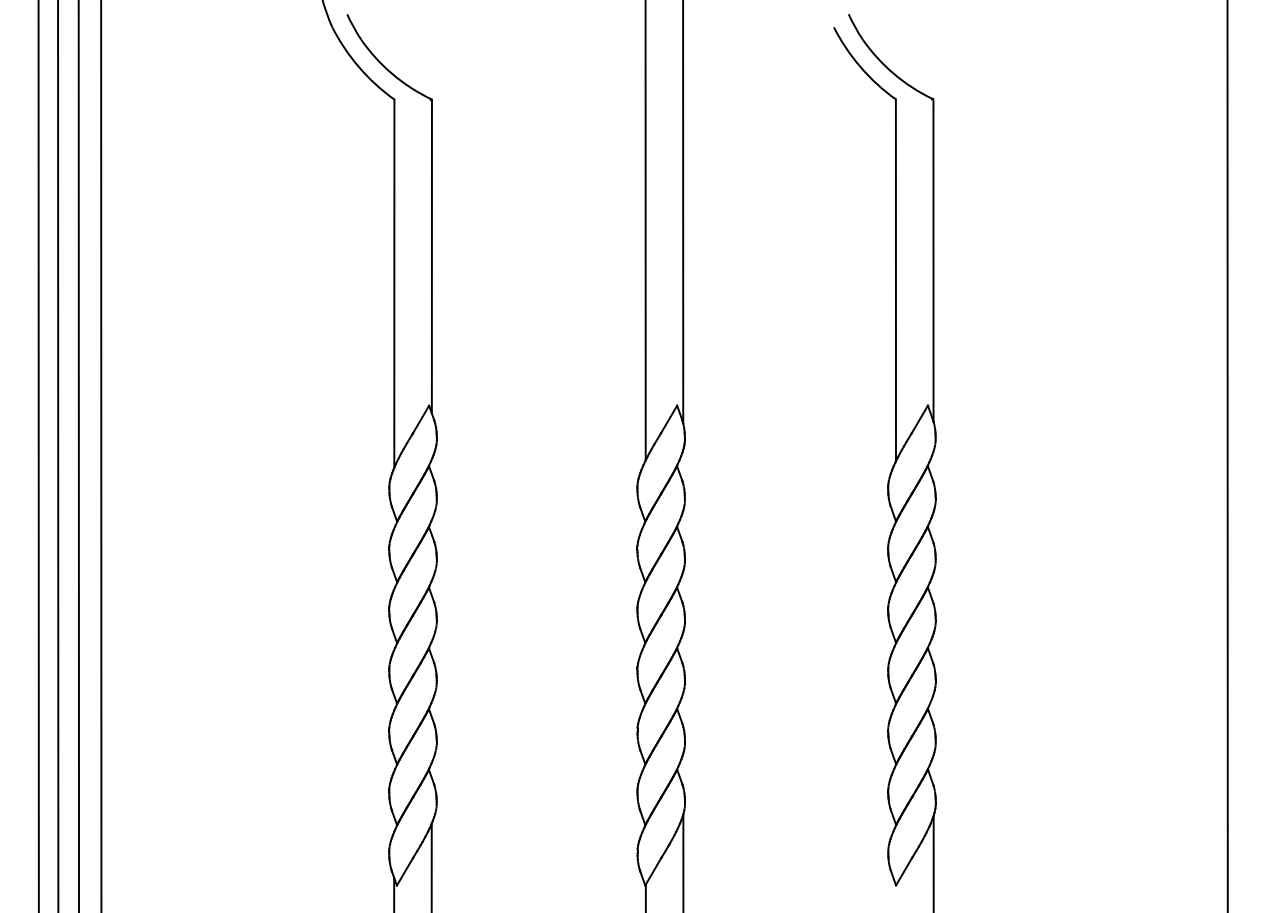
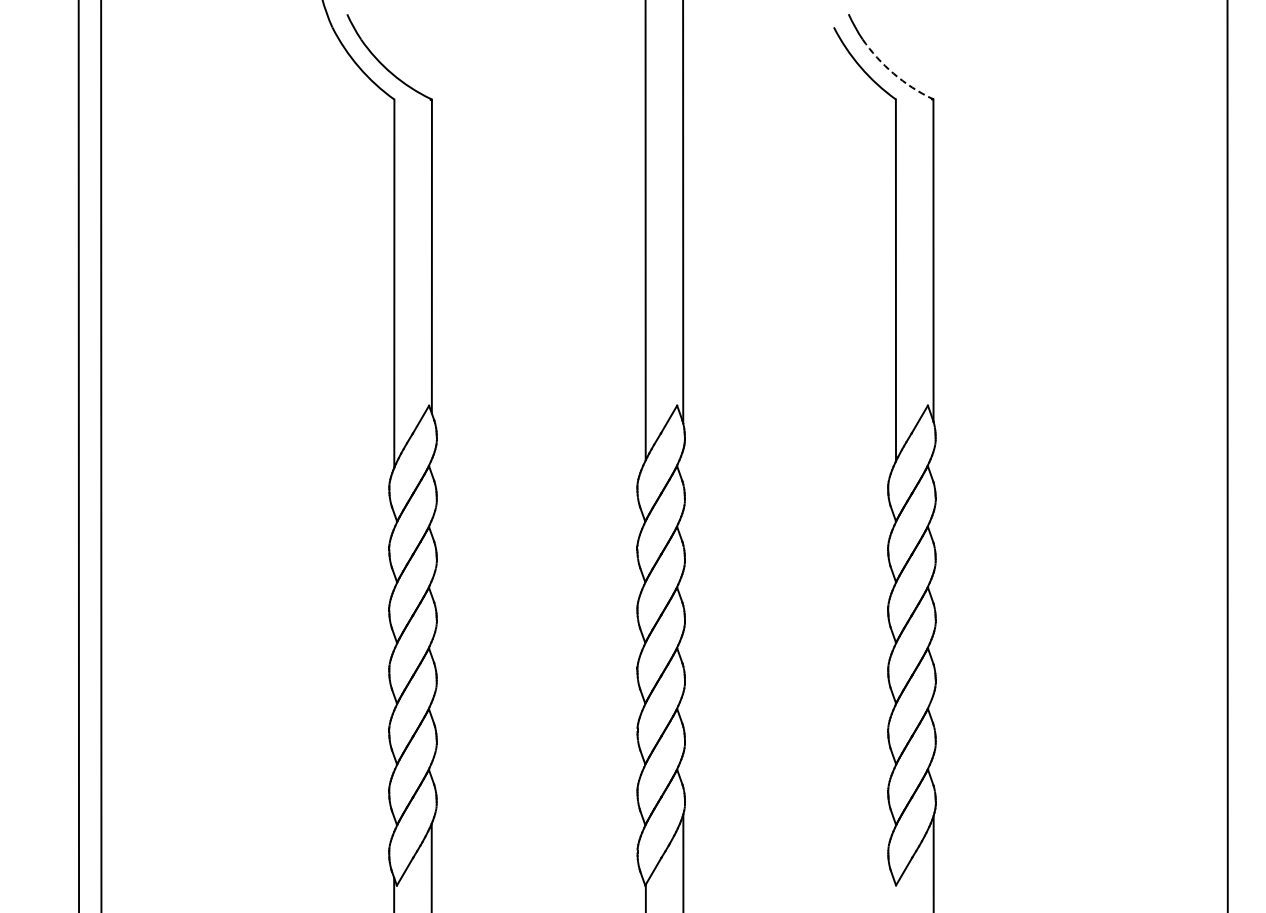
arc at (893, 73): solid -> dashed
line at (38, 455): present -> none
line at (58, 455): present -> none
